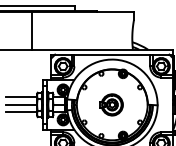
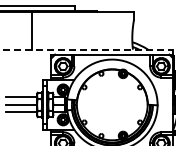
line at (87, 49): solid -> dashed
part at (111, 104): present -> none
